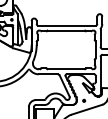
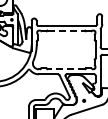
line at (66, 30): solid -> dashed
line at (65, 69): solid -> dashed
